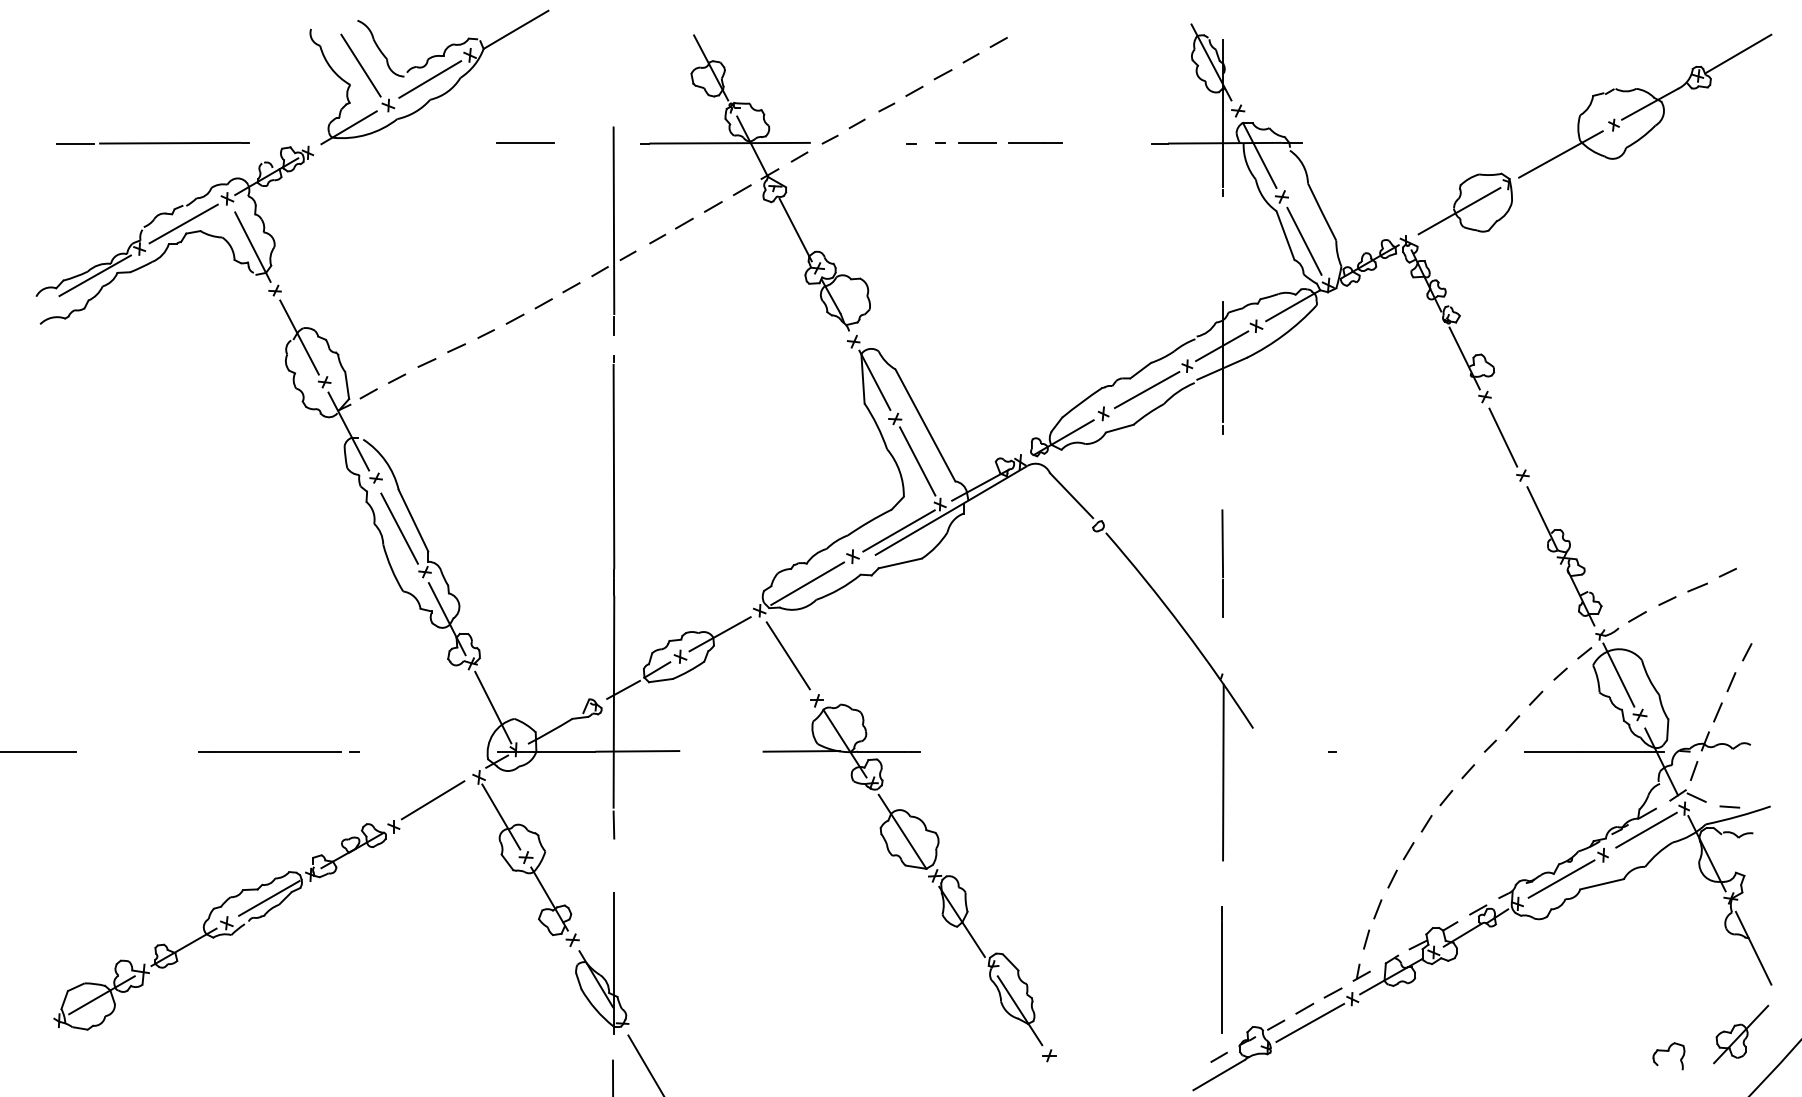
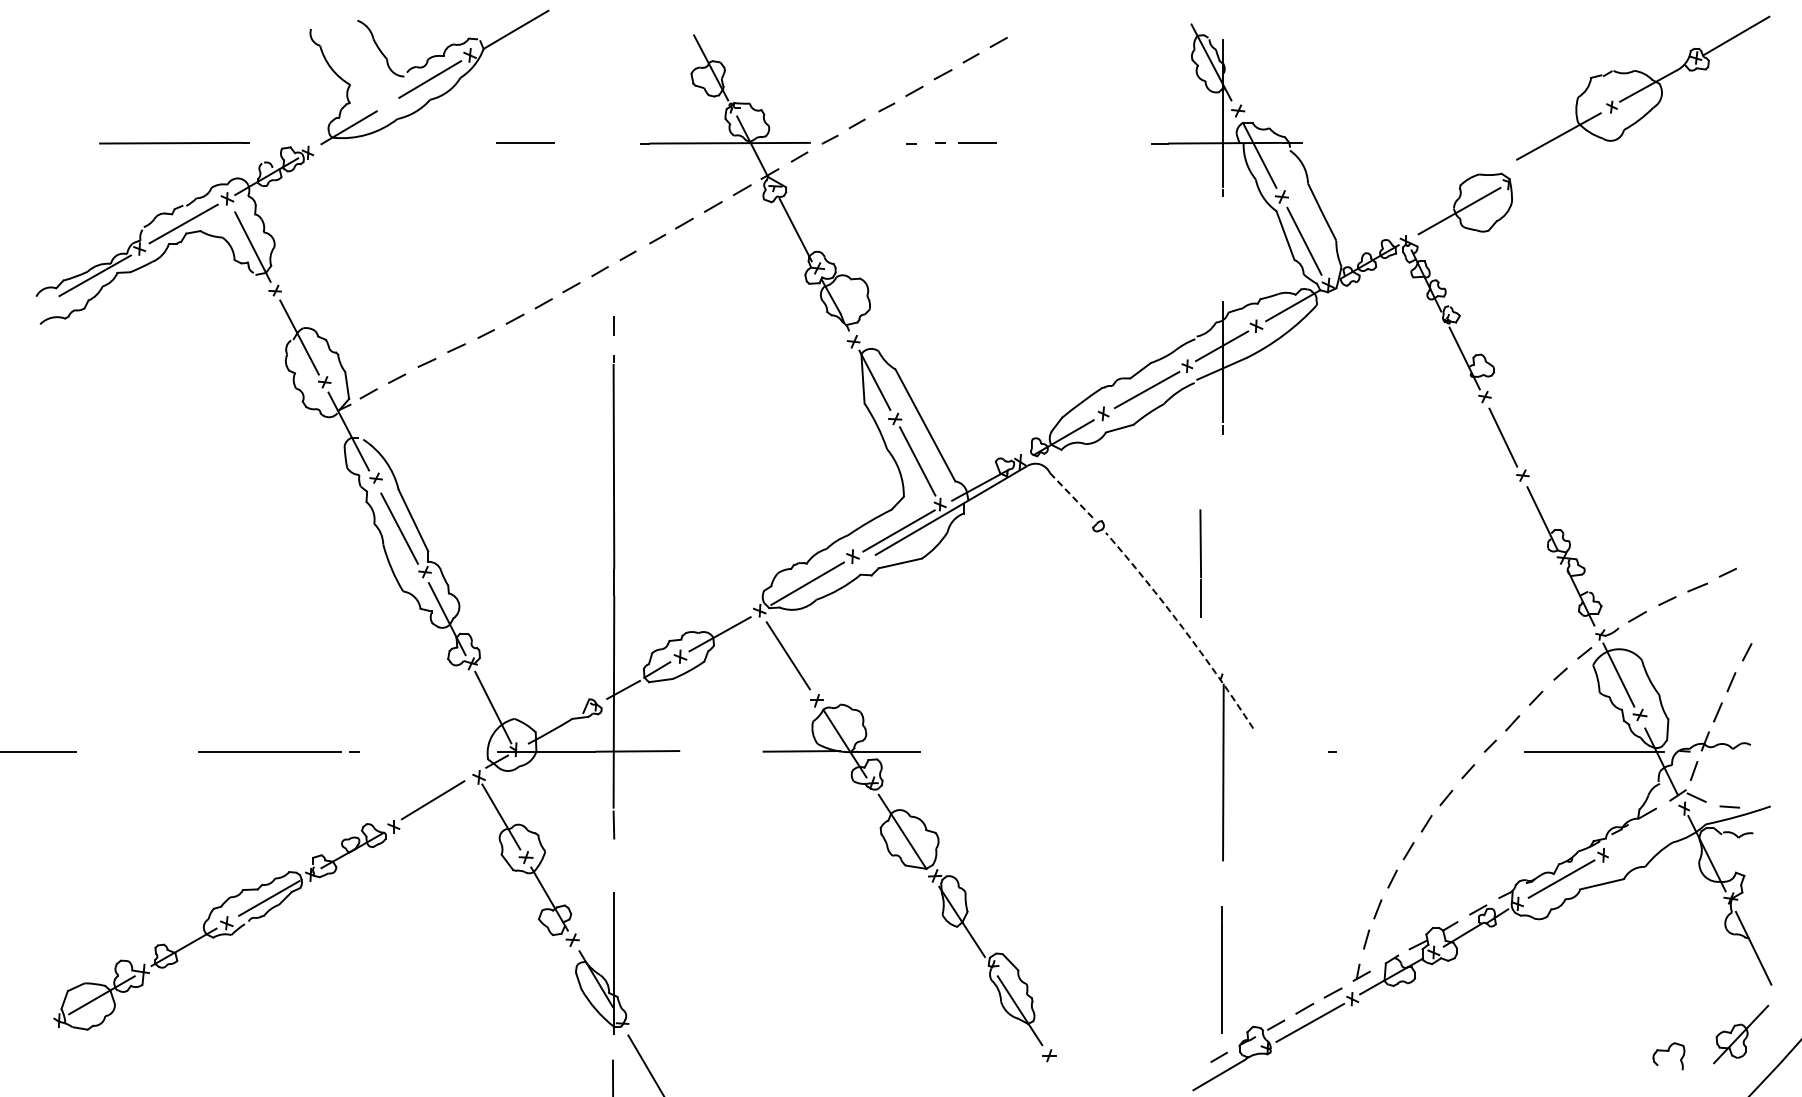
part at (367, 72): present -> none
part at (1645, 105) position: (1645, 105) -> (1643, 87)
line at (1035, 142): present -> none
line at (75, 143): present -> none
line at (613, 220): present -> none
line at (1071, 495): solid -> dashed
line at (1222, 563) position: (1222, 563) -> (1200, 563)
arc at (1183, 628): solid -> dashed
line at (1646, 829): present -> none
